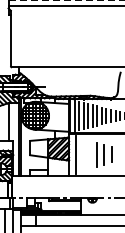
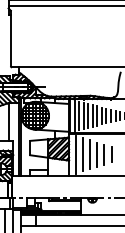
line at (66, 0): dashed -> solid
line at (83, 154): none -> present
line at (90, 154): none -> present
